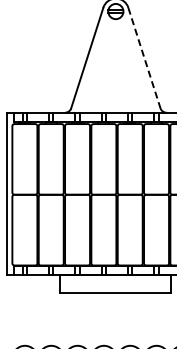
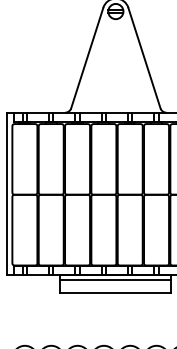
line at (144, 58): dashed -> solid
line at (115, 279): none -> present
